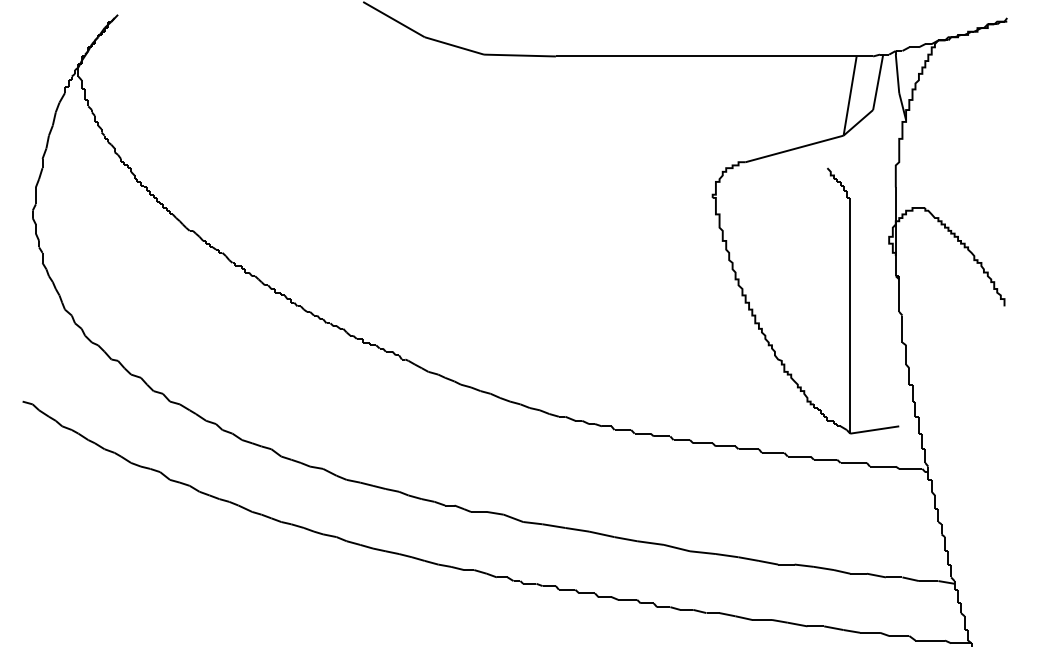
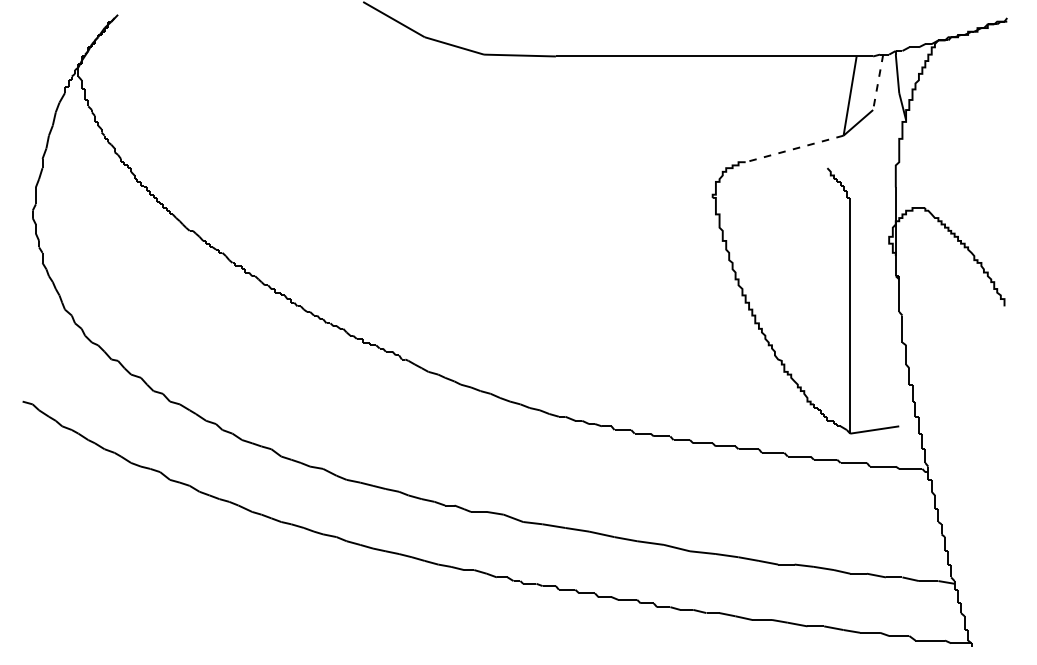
line at (878, 82): solid -> dashed
line at (794, 148): solid -> dashed
